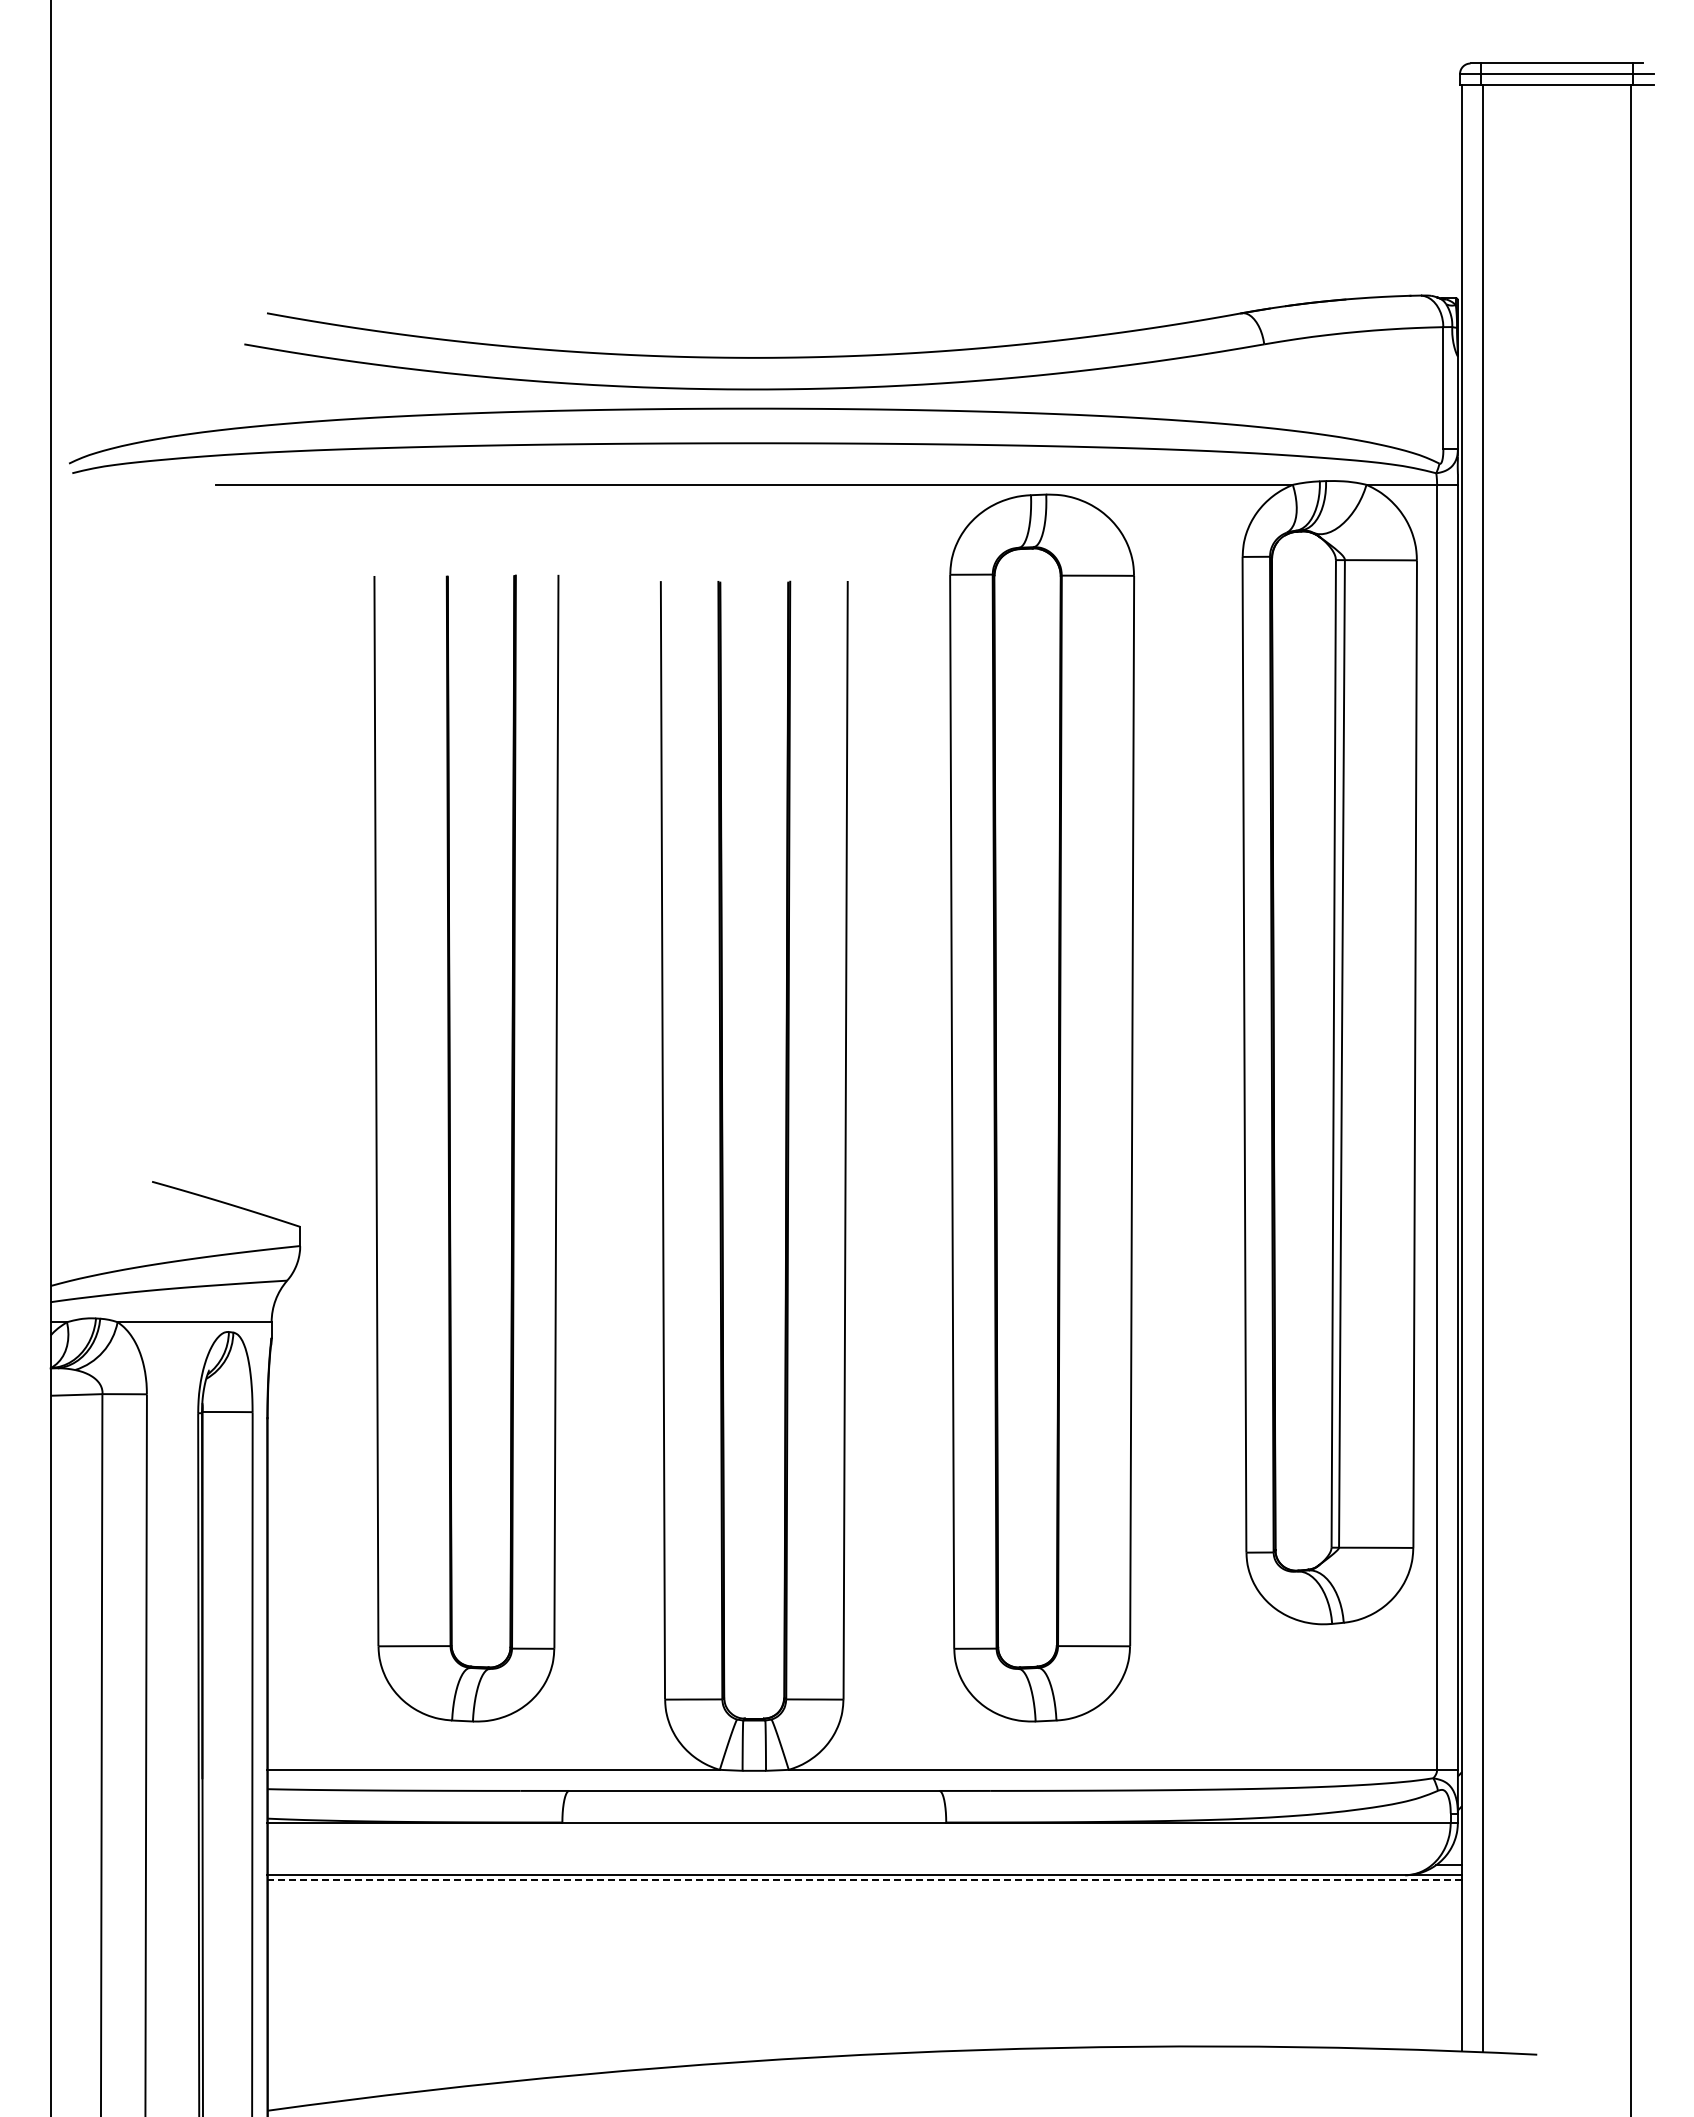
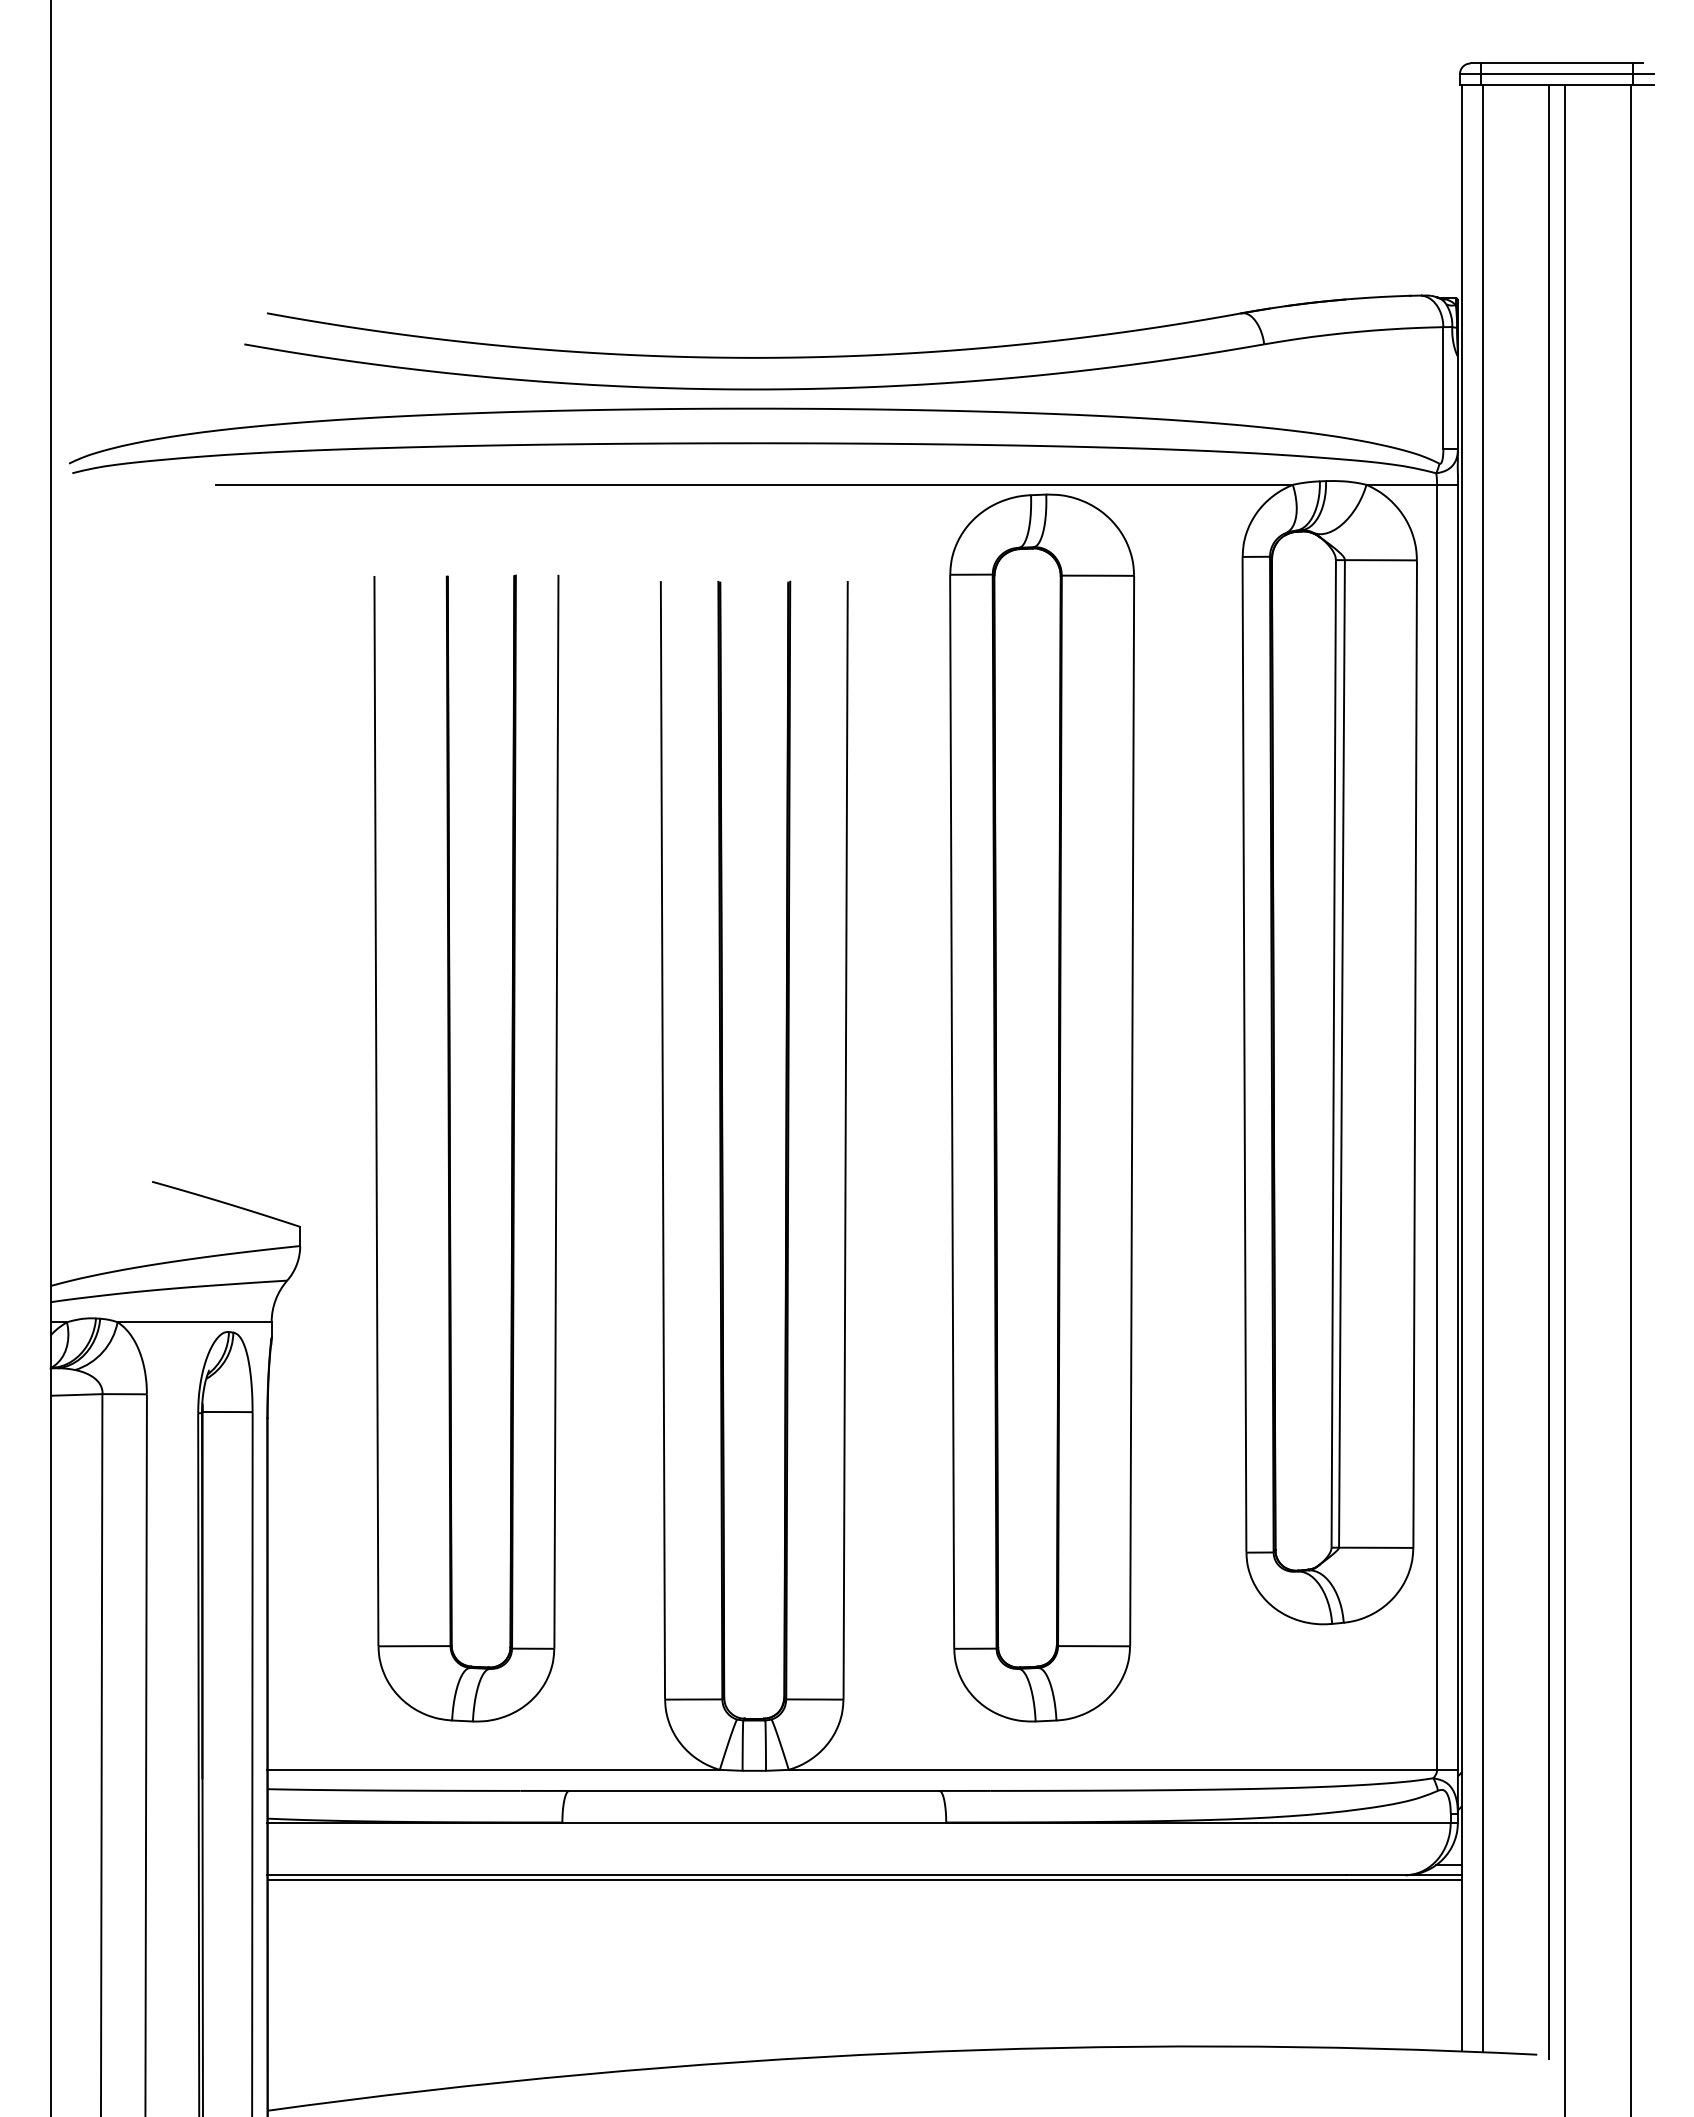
line at (1548, 1071): none -> present
line at (1565, 1098): none -> present
line at (864, 1880): dashed -> solid
